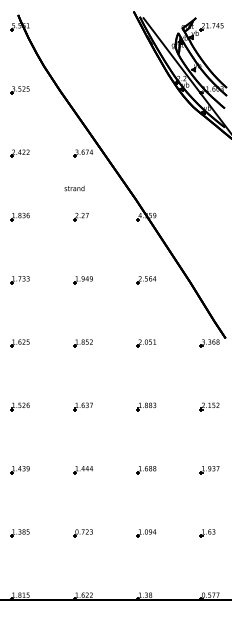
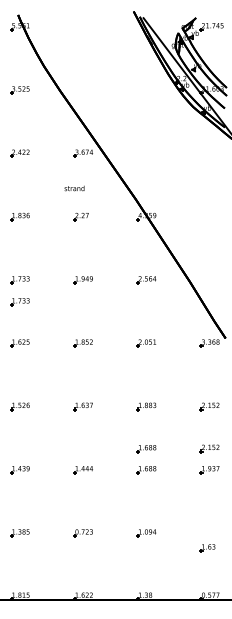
part at (19, 302): none -> present
part at (209, 448): none -> present
part at (146, 449): none -> present
part at (207, 533) position: (207, 533) -> (207, 548)
